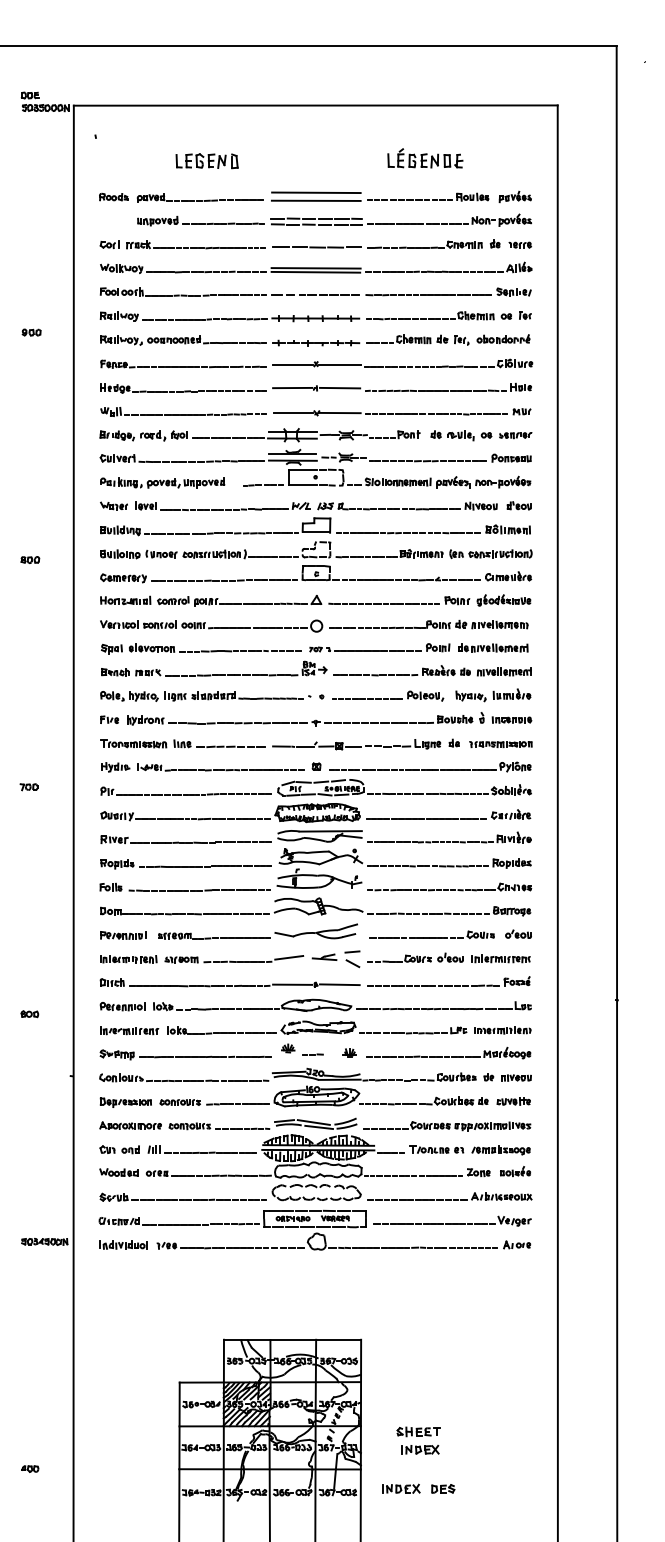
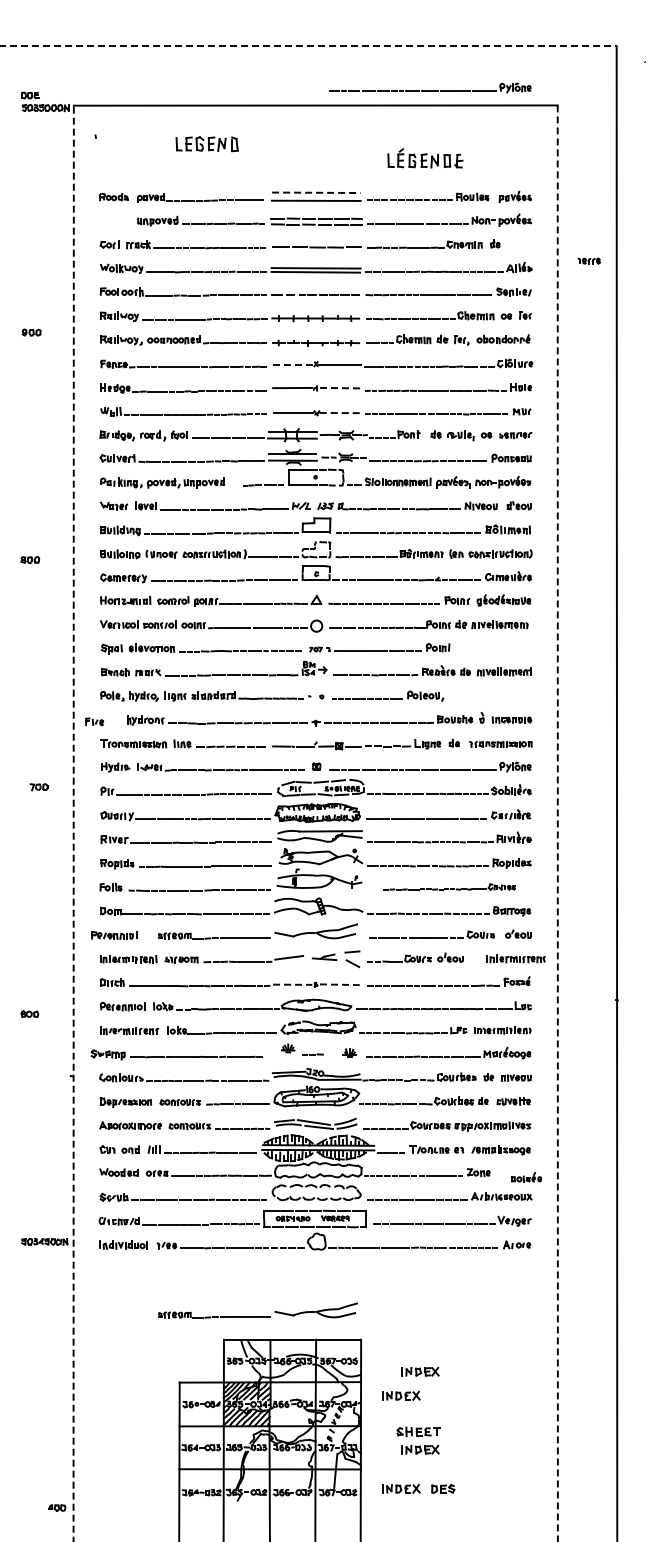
line at (308, 46): solid -> dashed
part at (430, 87): none -> present
part at (206, 161) position: (206, 161) -> (206, 144)
line at (316, 192): solid -> dashed
part at (519, 244) position: (519, 244) -> (588, 260)
line at (293, 364): solid -> dashed
line at (340, 388): solid -> dashed
line at (340, 413): solid -> dashed
part at (493, 647): present -> none
part at (493, 695): present -> none
part at (109, 719) position: (109, 719) -> (94, 721)
part at (28, 787) position: (28, 787) -> (38, 787)
line at (73, 823): solid -> dashed
line at (557, 824): solid -> dashed
part at (449, 886) size: 166x10 px -> 133x8 px
part at (123, 935) position: (123, 935) -> (114, 935)
part at (500, 958) position: (500, 958) -> (515, 958)
line at (292, 984): solid -> dashed
line at (339, 984): solid -> dashed
part at (185, 1054) position: (185, 1054) -> (176, 1054)
part at (515, 1171) position: (515, 1171) -> (526, 1177)
part at (257, 1310): none -> present
part at (420, 1371): none -> present
part at (401, 1395): none -> present
part at (30, 1468) position: (30, 1468) -> (57, 1507)
